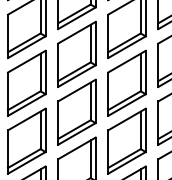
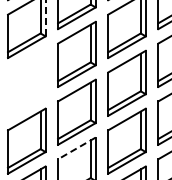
line at (45, 18): solid -> dashed
part at (26, 82): present -> none
line at (76, 148): solid -> dashed
